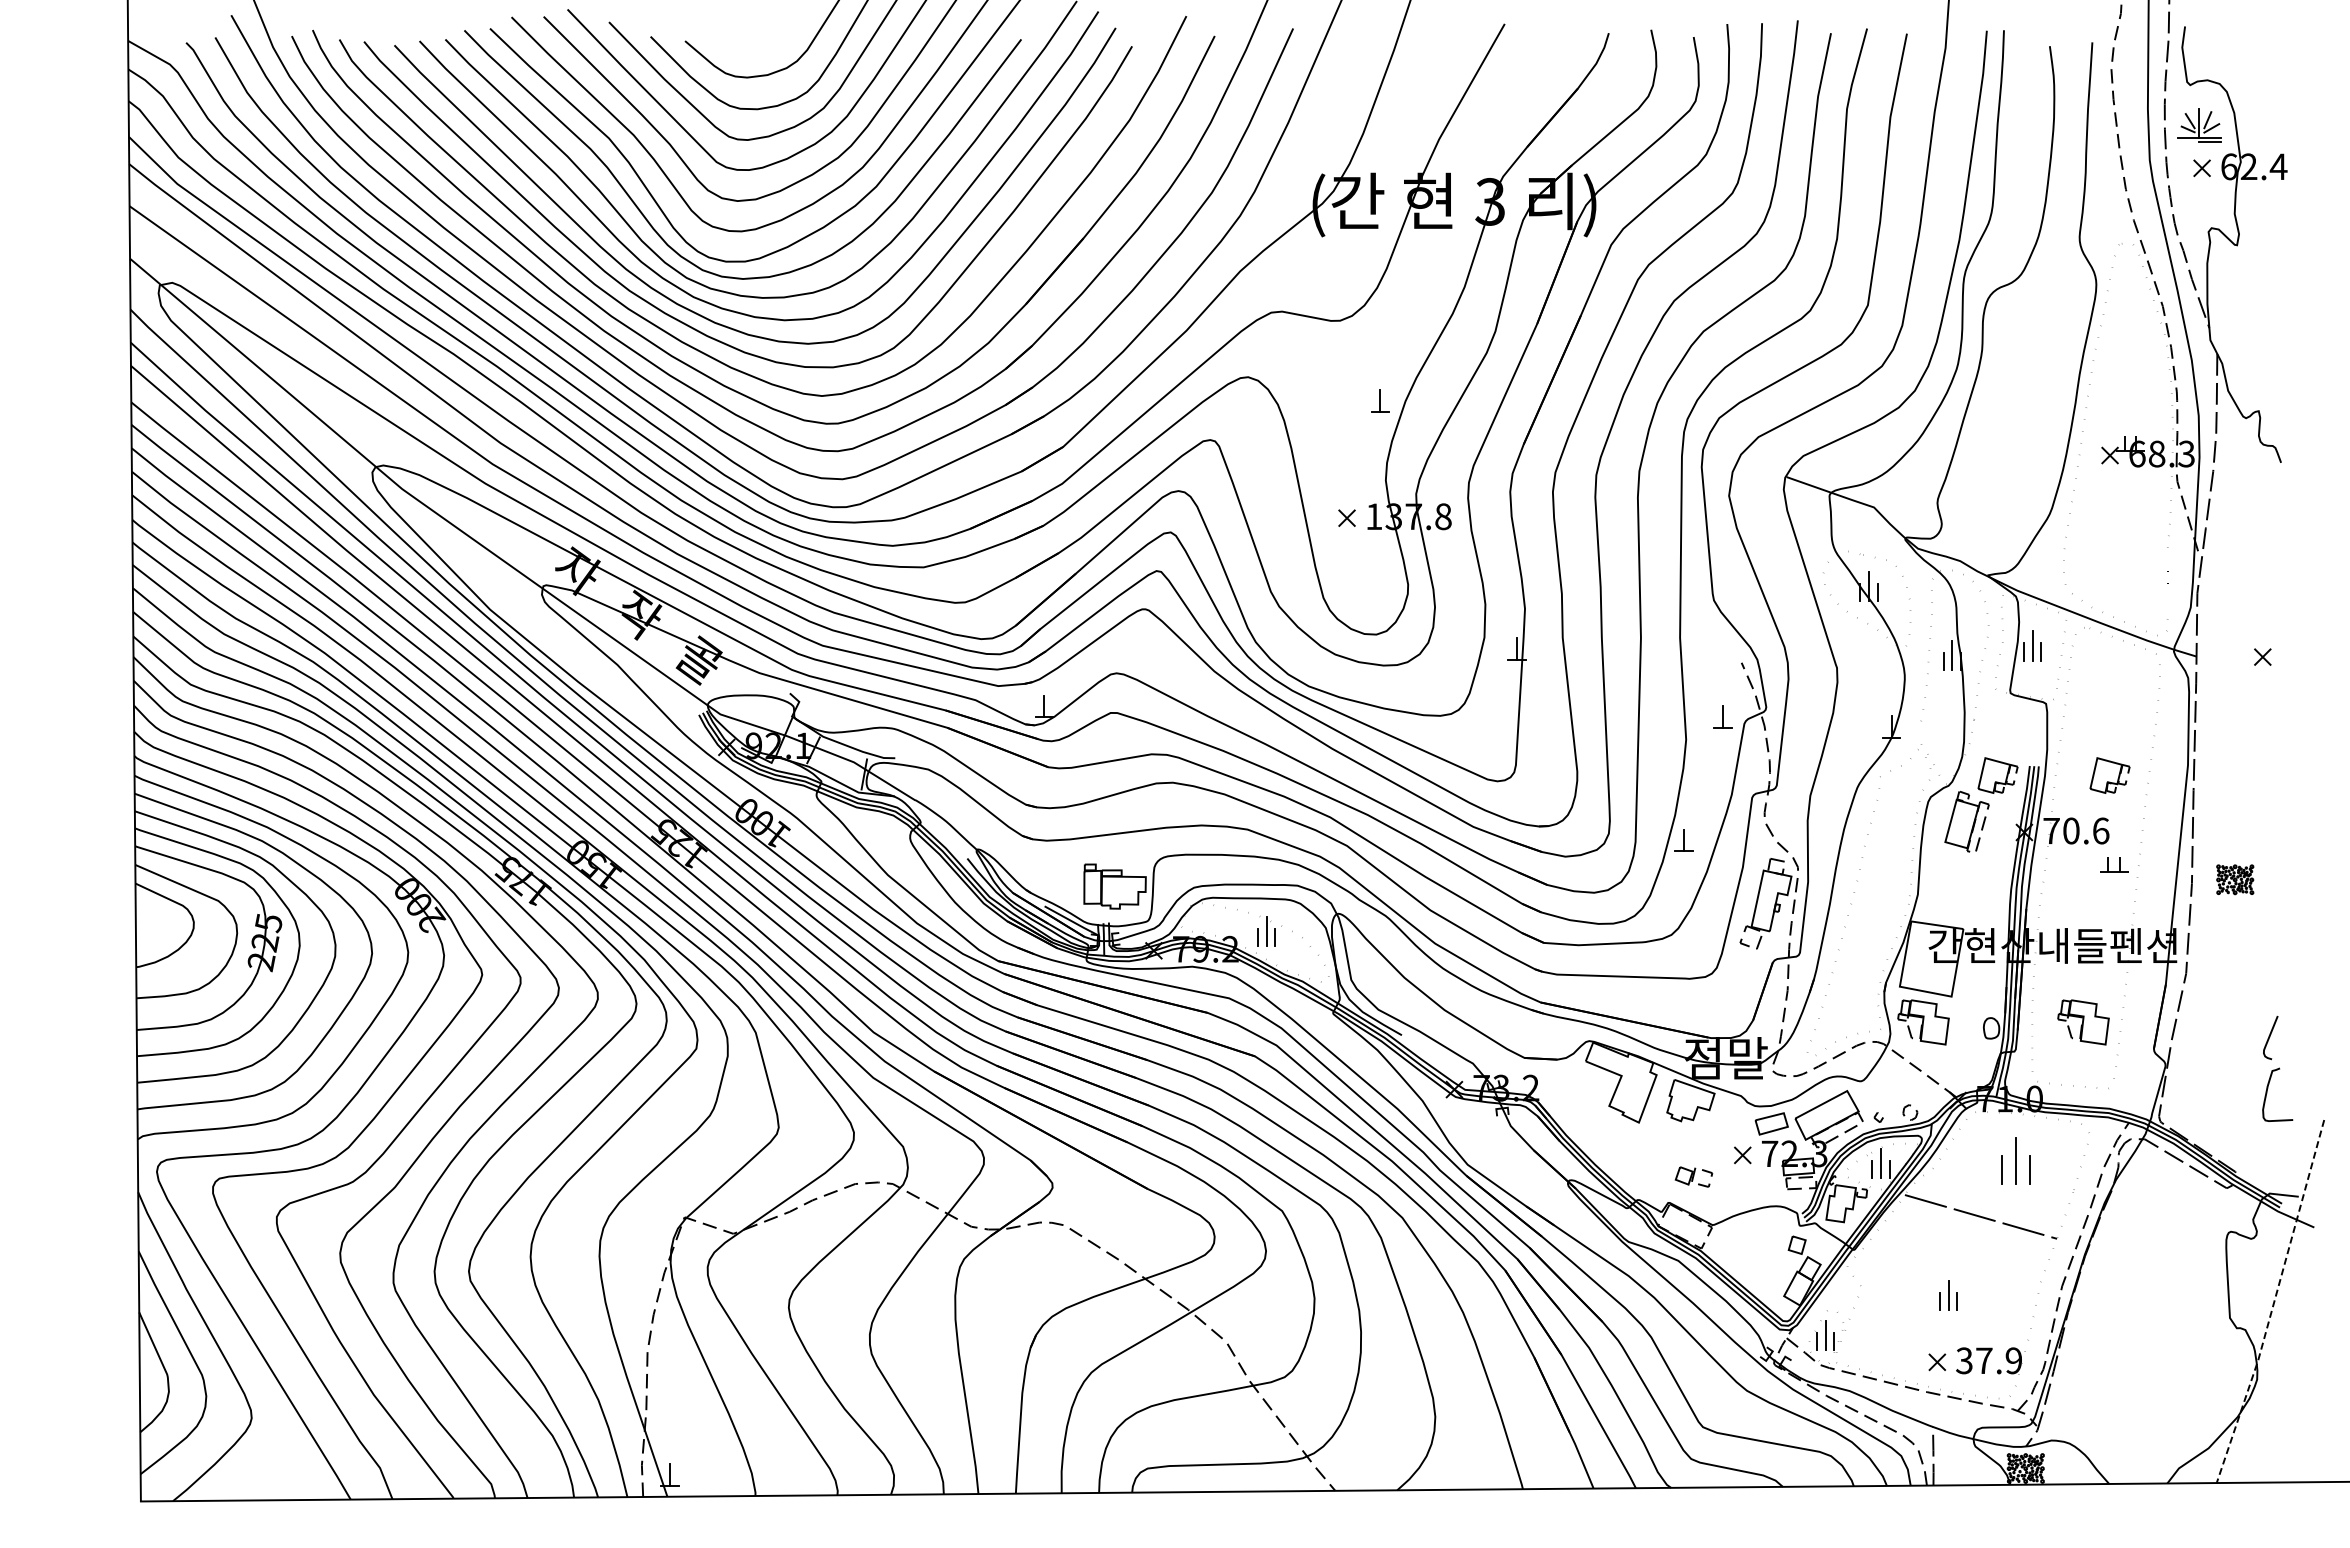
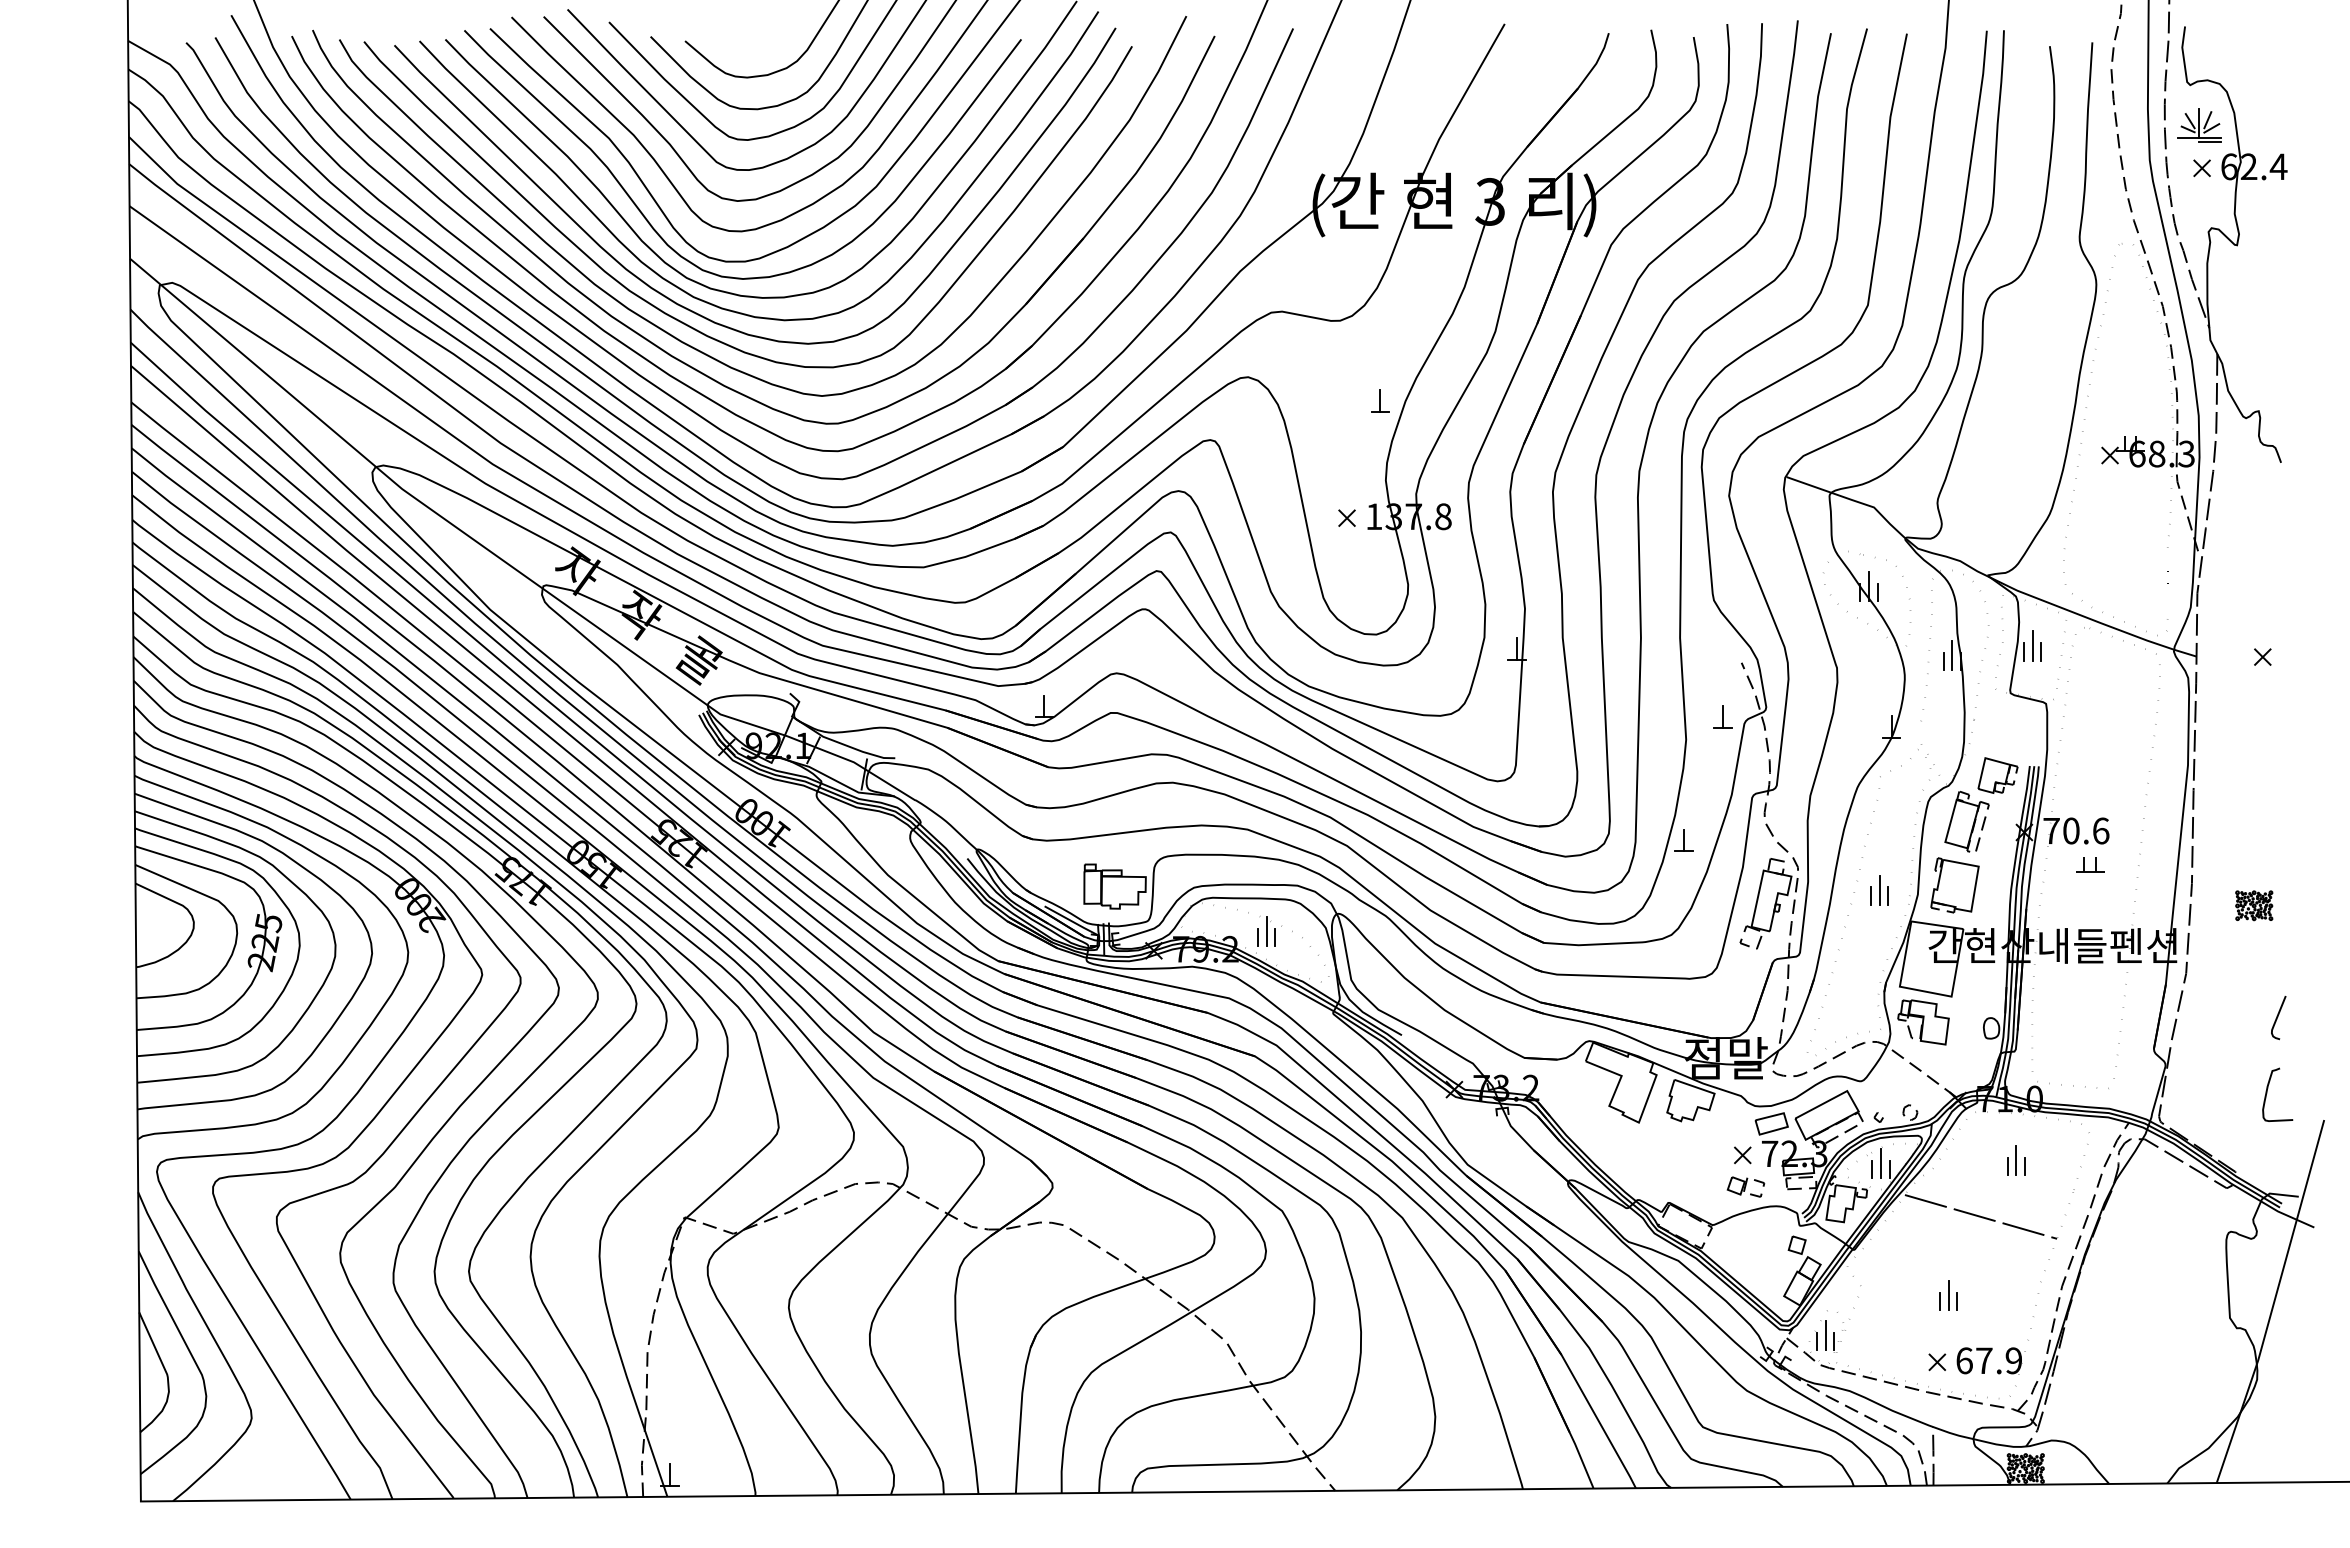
part at (2109, 775): present -> none
part at (2114, 864) position: (2114, 864) -> (2090, 864)
part at (2235, 879) position: (2235, 879) -> (2254, 905)
part at (1954, 885): none -> present
part at (1879, 890): none -> present
part at (2083, 1022): present -> none
curve at (2270, 1037) position: (2270, 1037) -> (2278, 1017)
part at (2015, 1160) size: 30x48 px -> 19x31 px
part at (1693, 1176) position: (1693, 1176) -> (1745, 1186)
line at (2273, 1303): dashed -> solid
text at (1964, 1360): 37.9 -> 67.9
